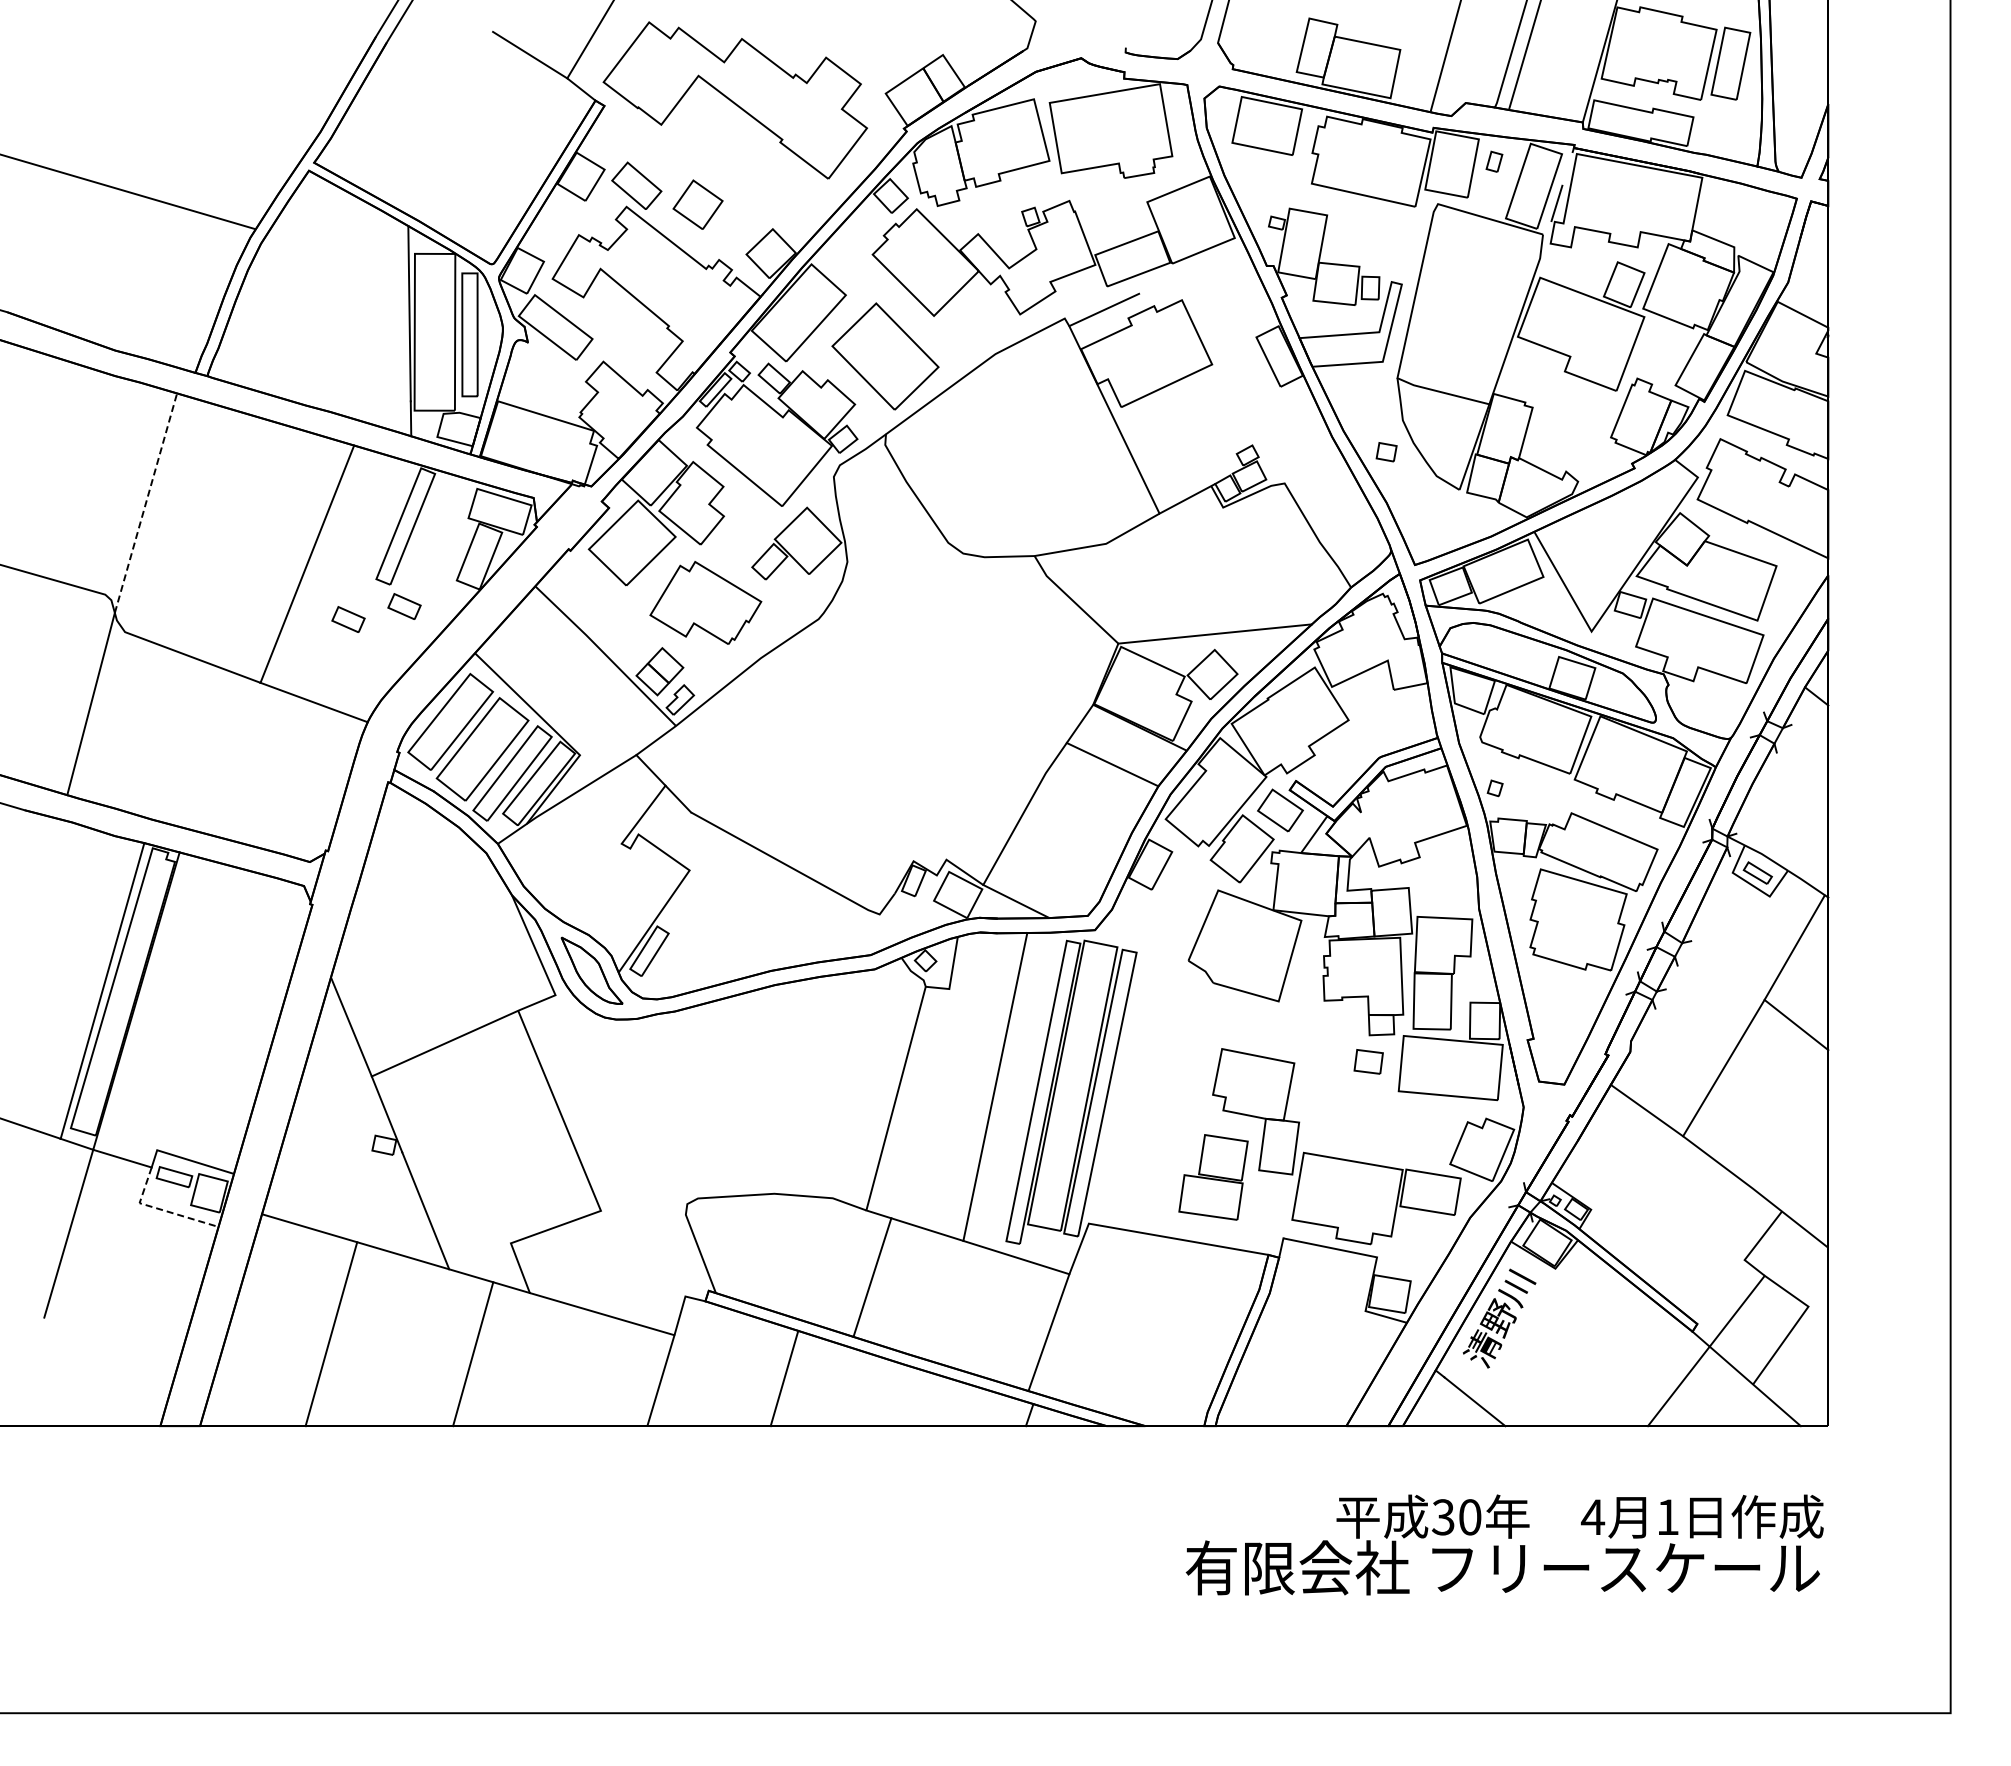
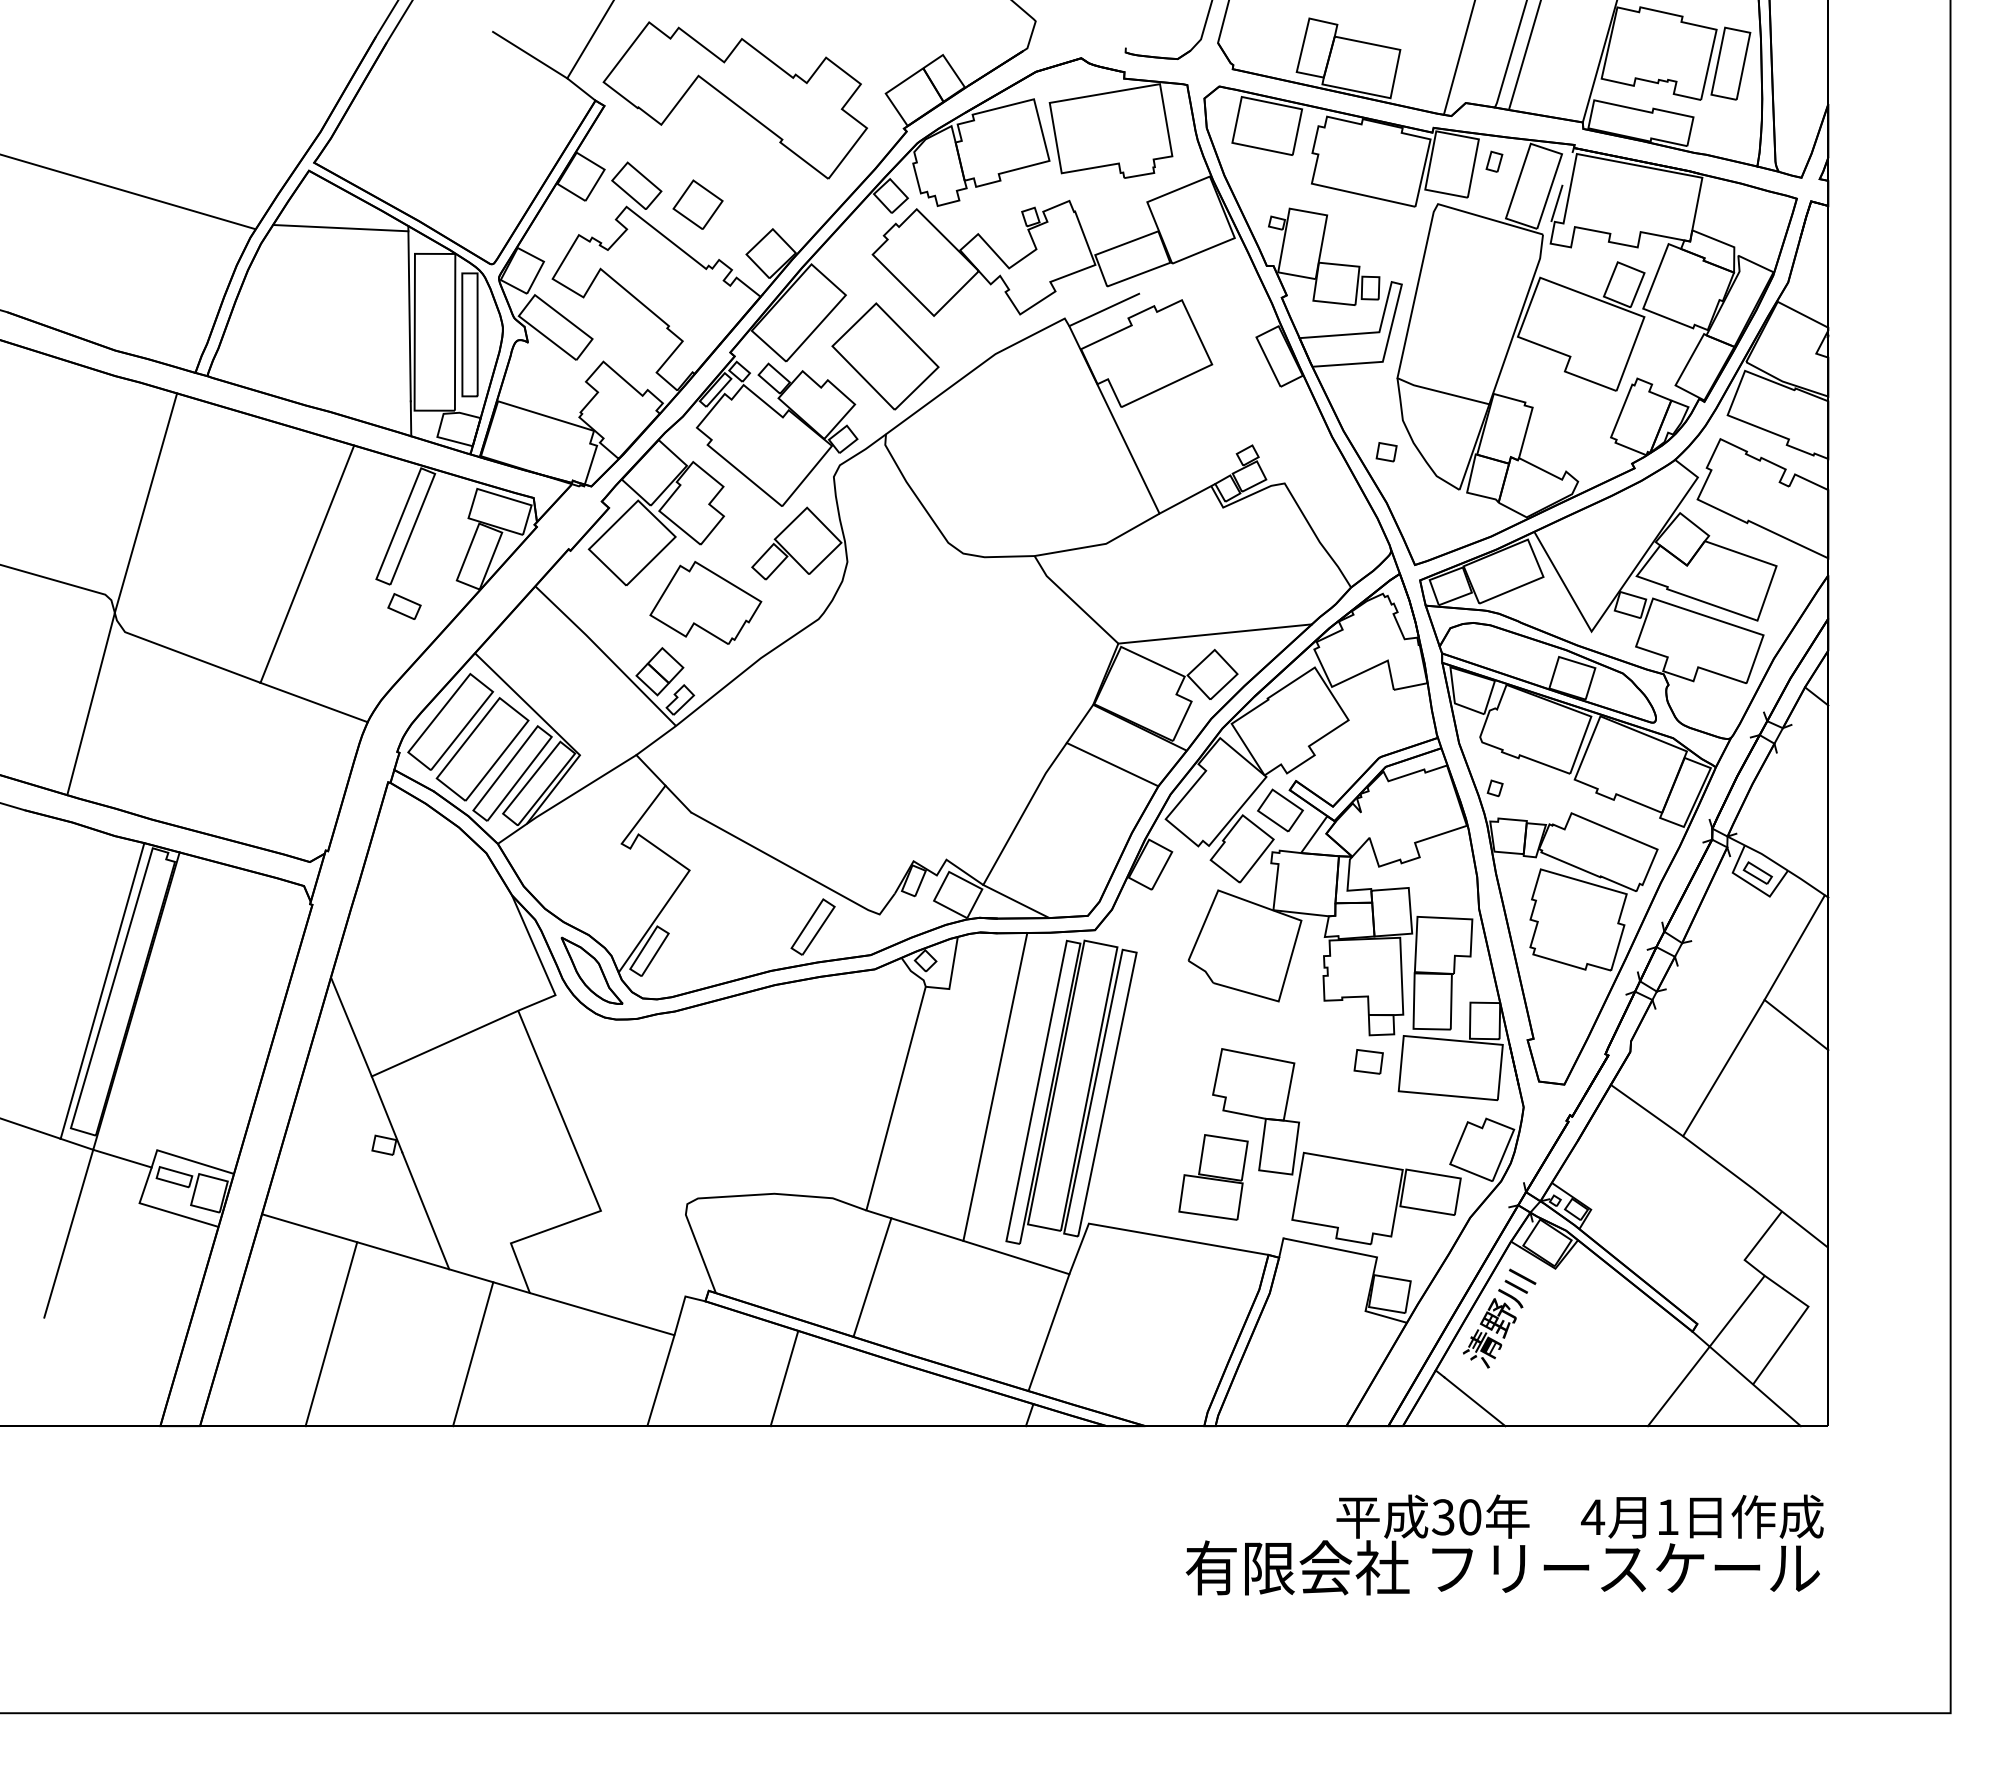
line at (1445, 56) position: (1445, 56) -> (1458, 58)
line at (340, 227): none -> present
line at (146, 502): dashed -> solid
part at (348, 619): present -> none
part at (812, 926): none -> present
line at (160, 1209): dashed -> solid
